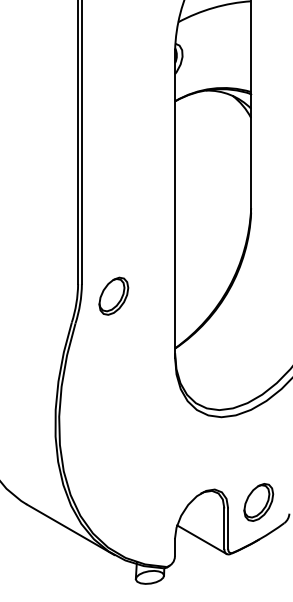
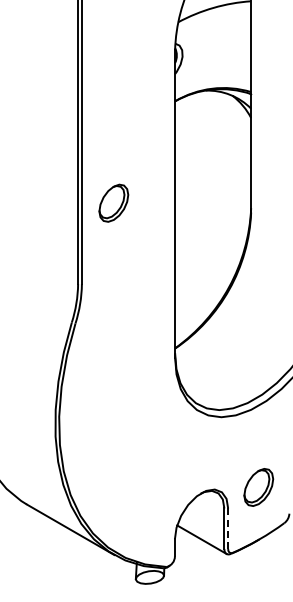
part at (113, 295) position: (113, 295) -> (113, 202)
part at (258, 502) position: (258, 502) -> (258, 487)
line at (228, 529): solid -> dashed
